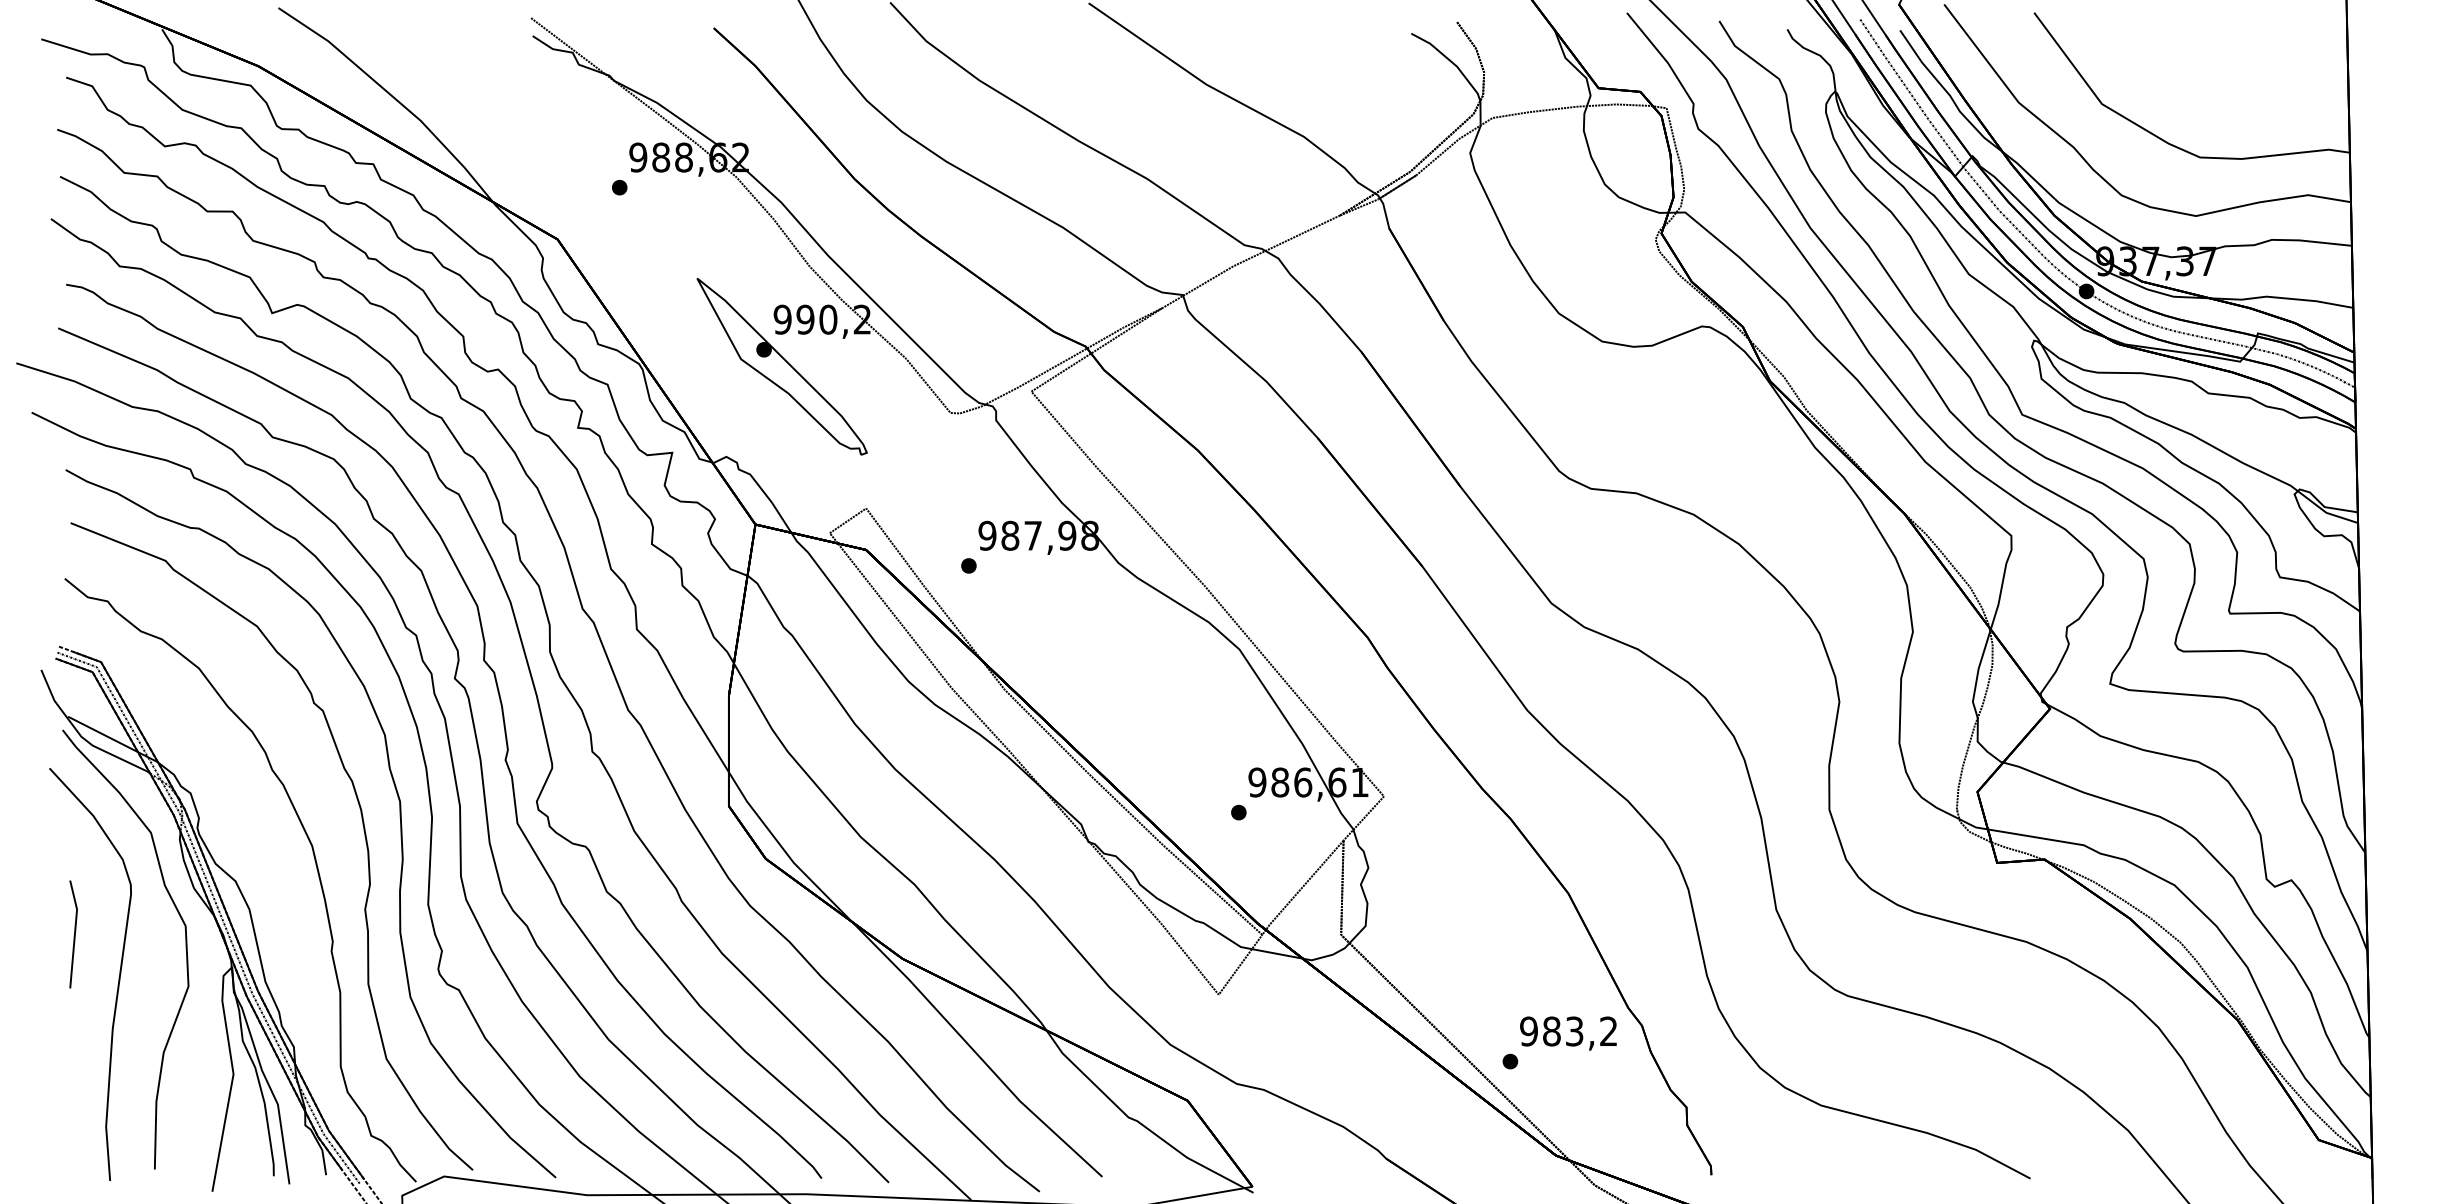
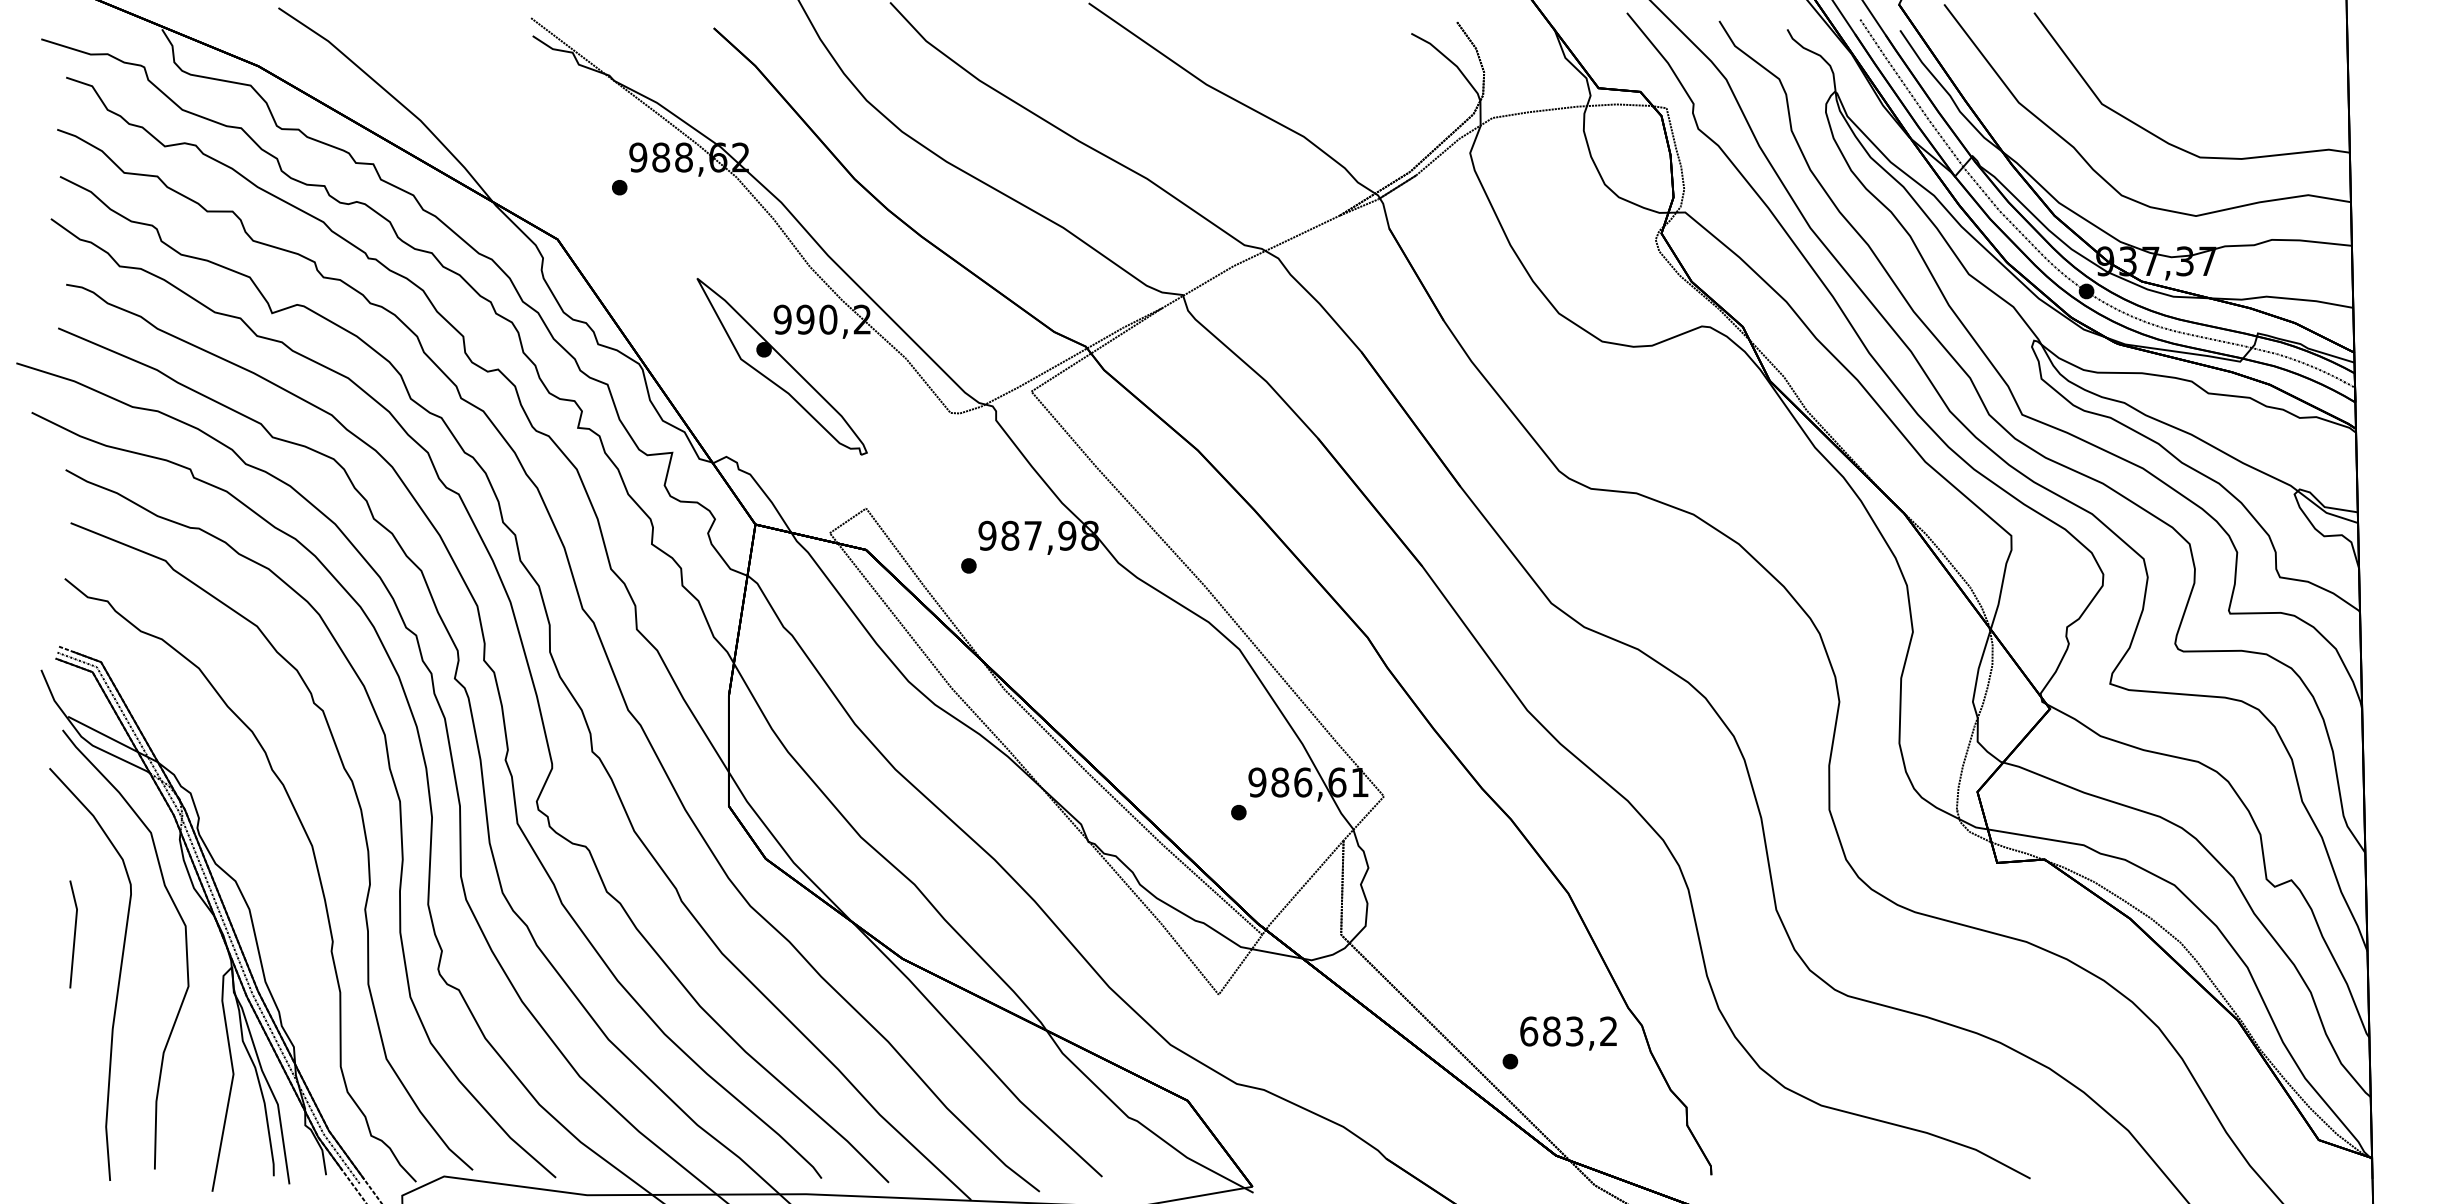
text at (1529, 1031): 983,2 -> 683,2
